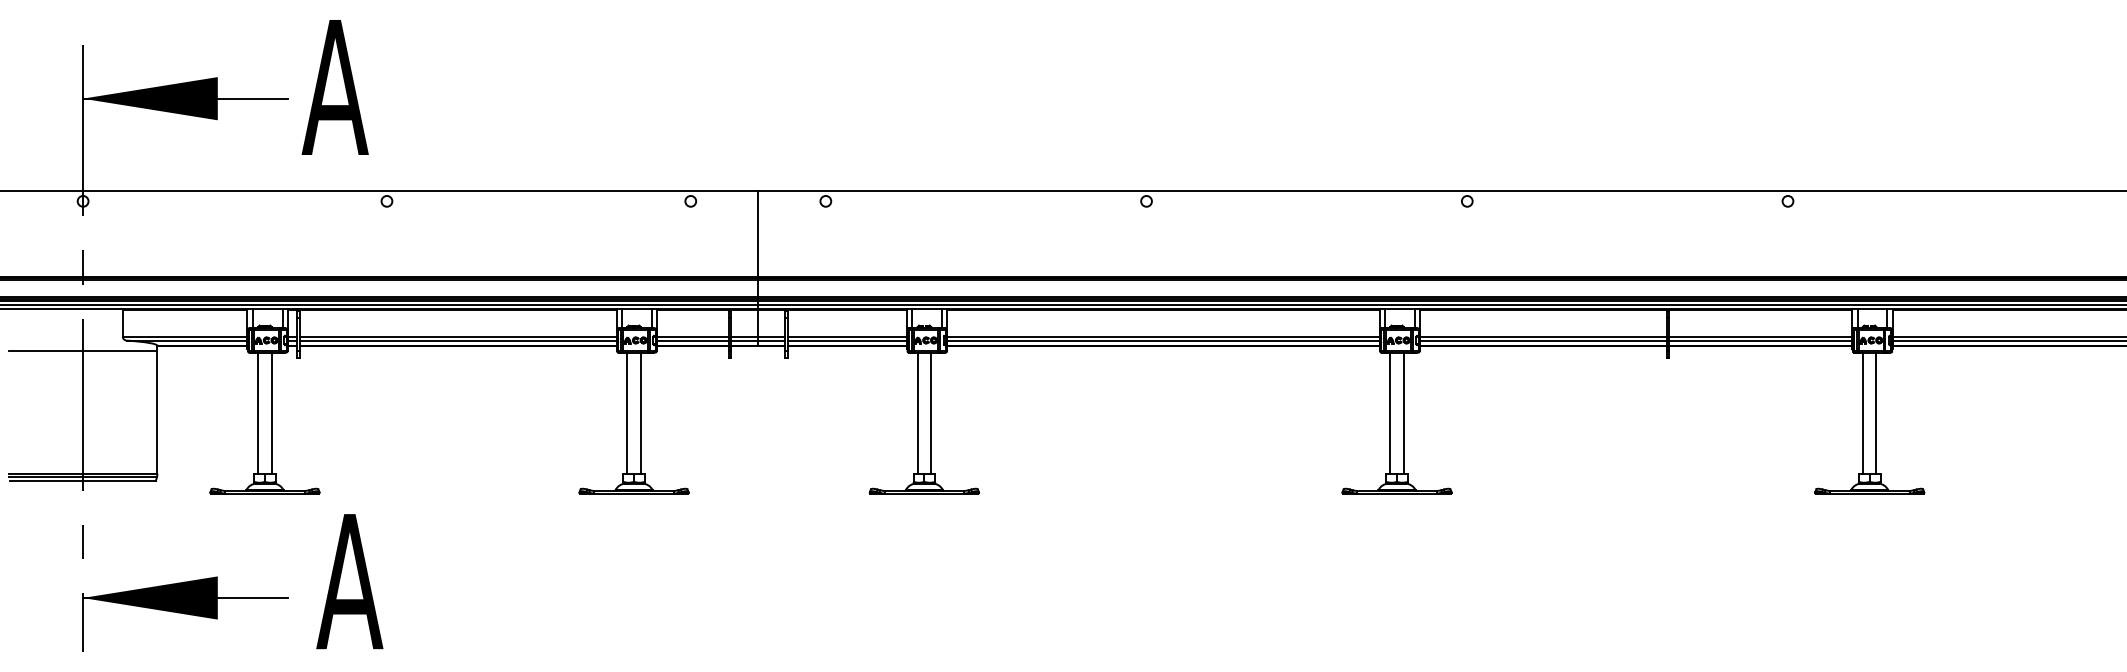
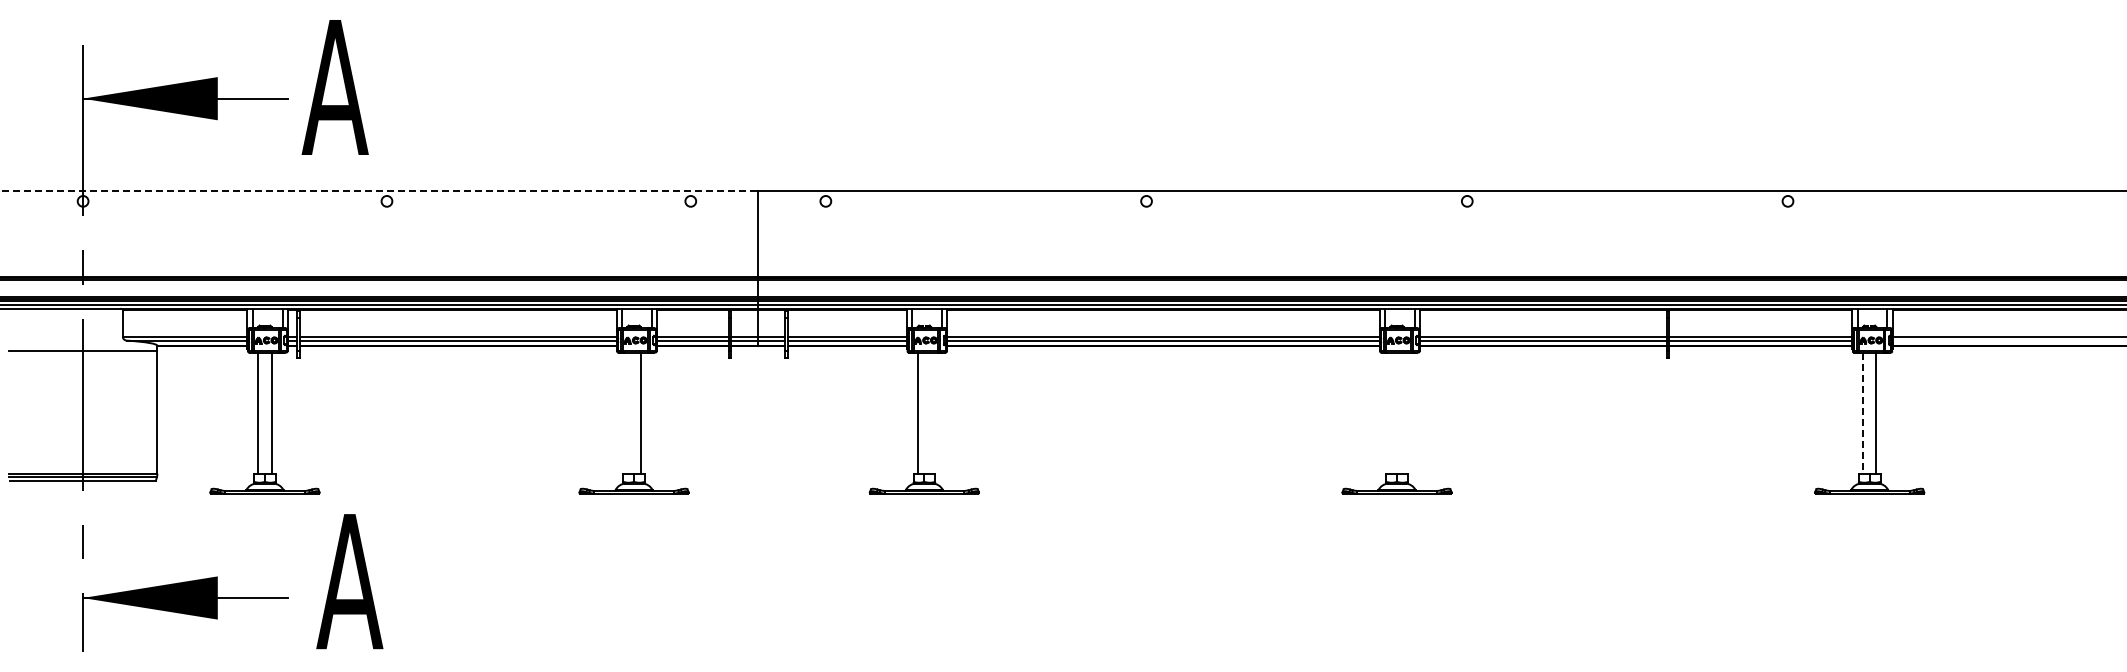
line at (379, 190): solid -> dashed
line at (2007, 340): present -> none
line at (627, 413): present -> none
line at (931, 413): present -> none
line at (1390, 413): present -> none
line at (1403, 413): present -> none
line at (1862, 413): solid -> dashed
